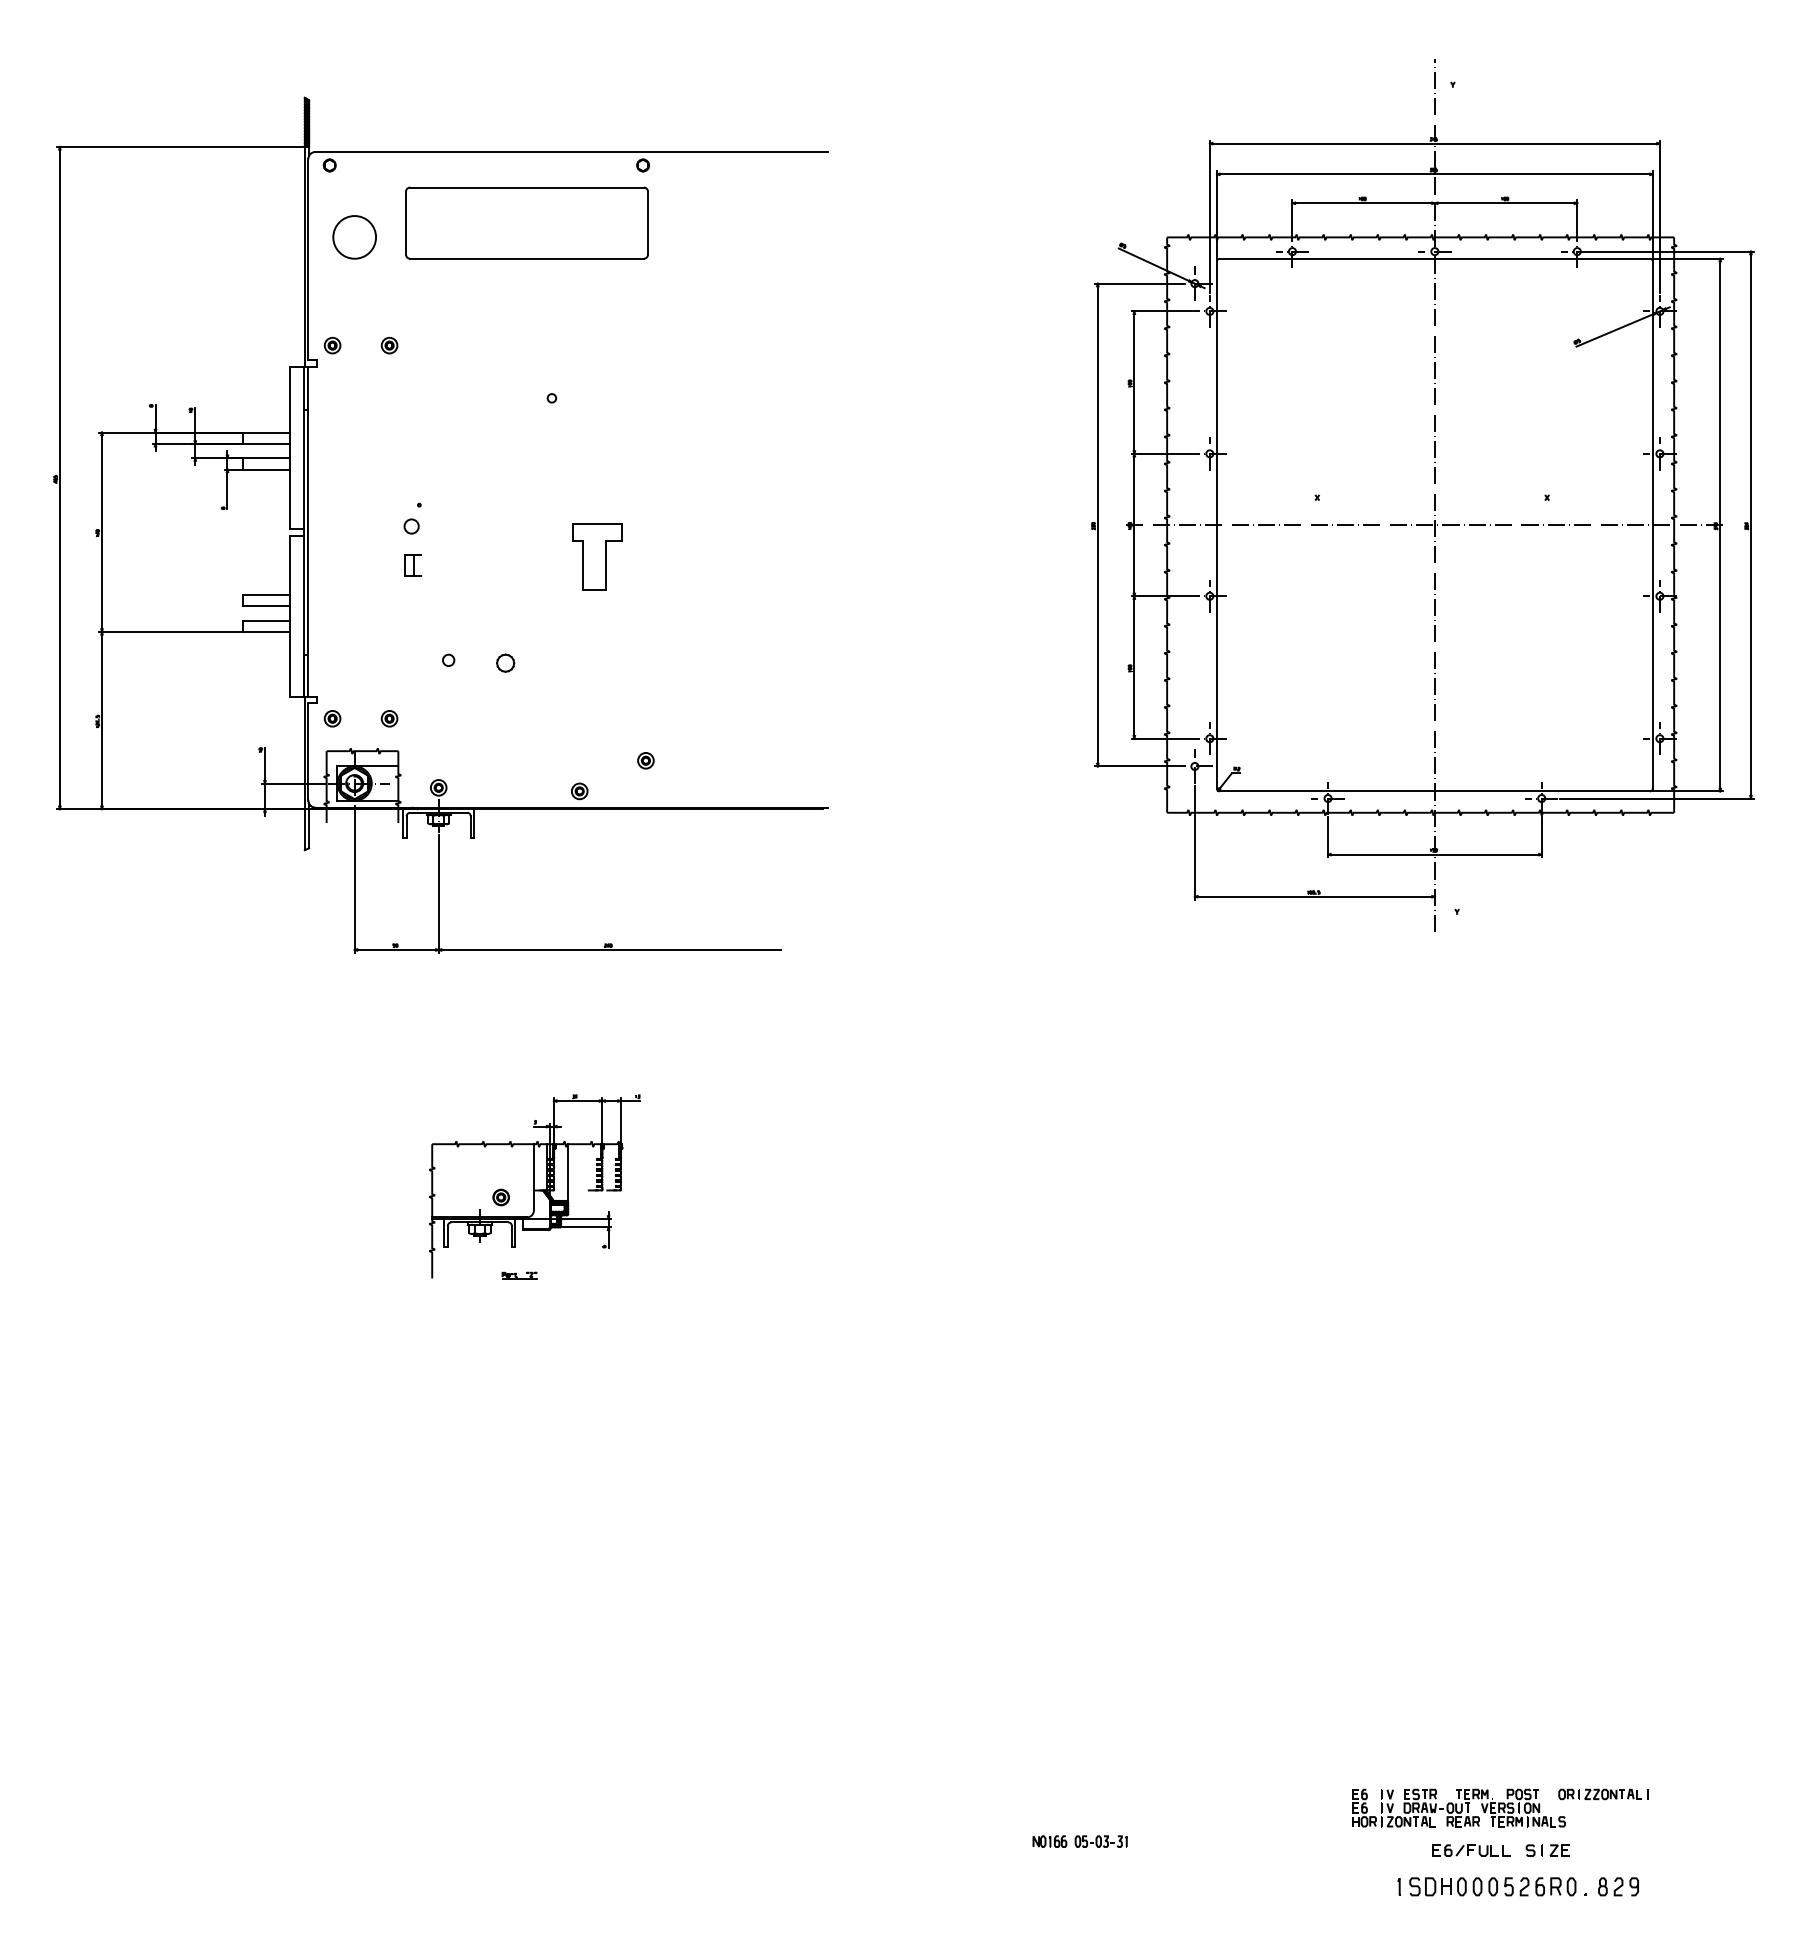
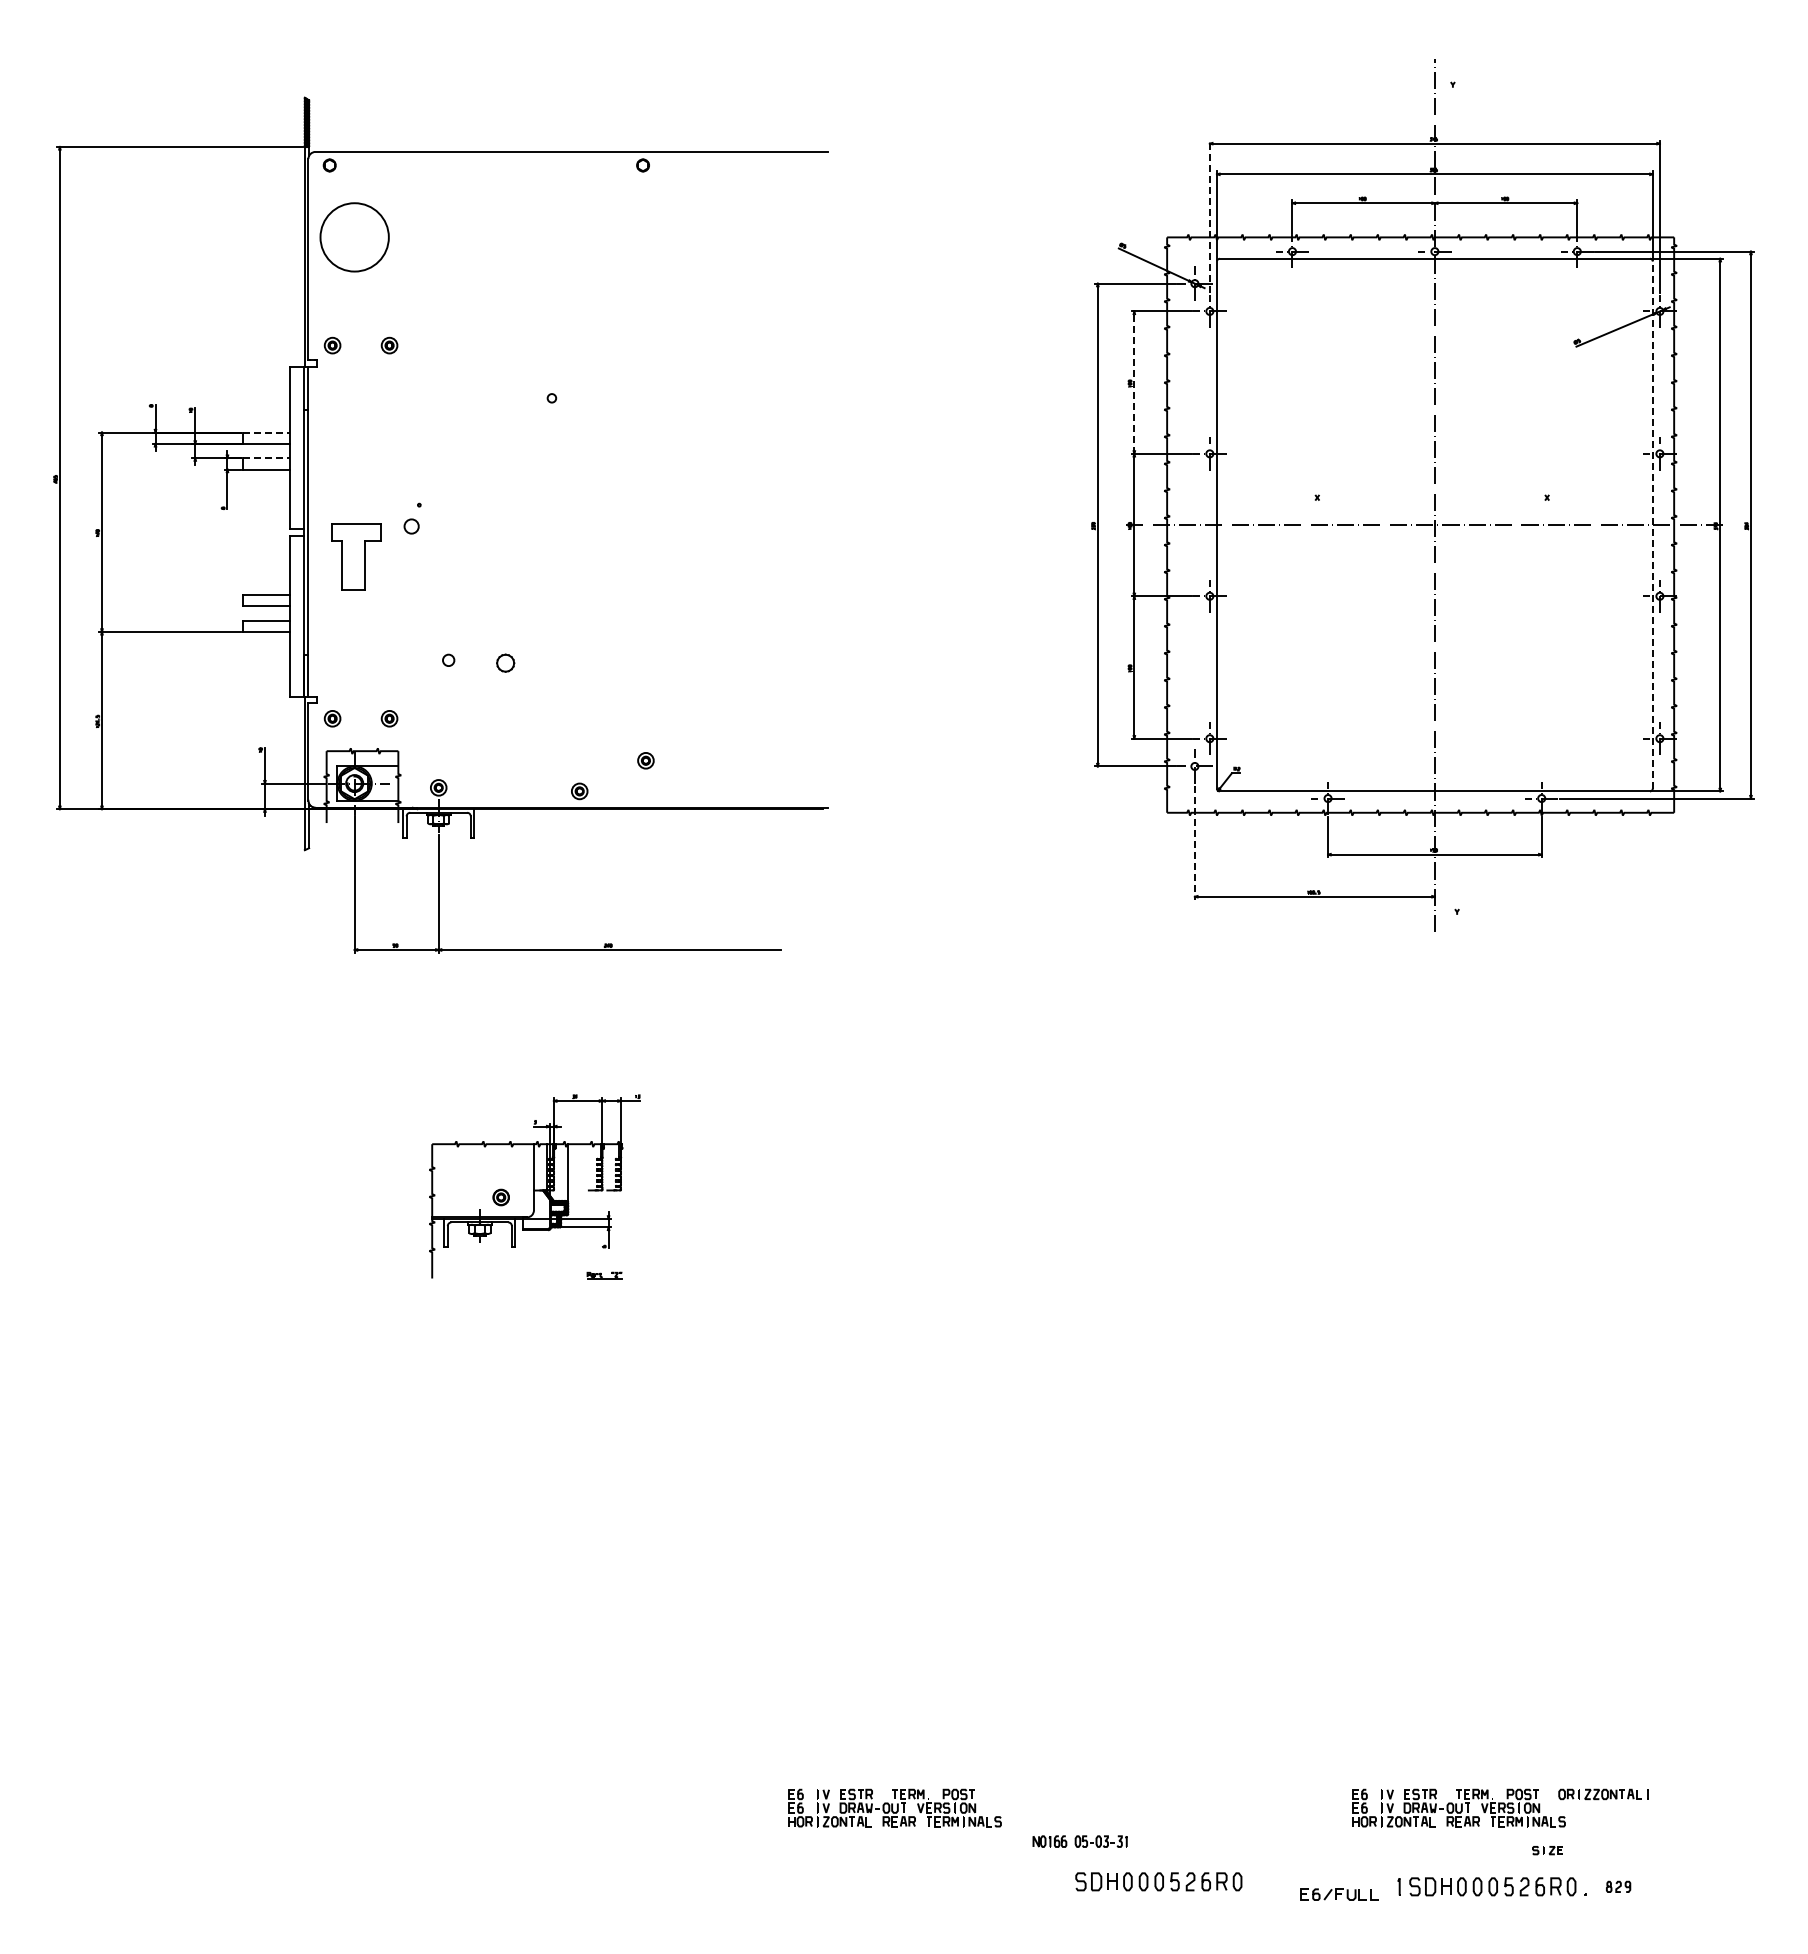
line at (1209, 216): solid -> dashed
part at (526, 222): present -> none
circle at (354, 237) diameter: 43 px -> 68 px
line at (1134, 382): solid -> dashed
line at (266, 432): solid -> dashed
line at (266, 458): solid -> dashed
line at (1652, 524): solid -> dashed
part at (597, 556) position: (597, 556) -> (356, 556)
part at (412, 565): present -> none
line at (1194, 842): solid -> dashed
part at (519, 1275) position: (519, 1275) -> (604, 1275)
part at (894, 1807): none -> present
part at (1471, 1850) position: (1471, 1850) -> (1339, 1894)
part at (1547, 1850) size: 45x13 px -> 31x10 px
part at (1158, 1881): none -> present
part at (1618, 1886) size: 41x20 px -> 26x13 px
